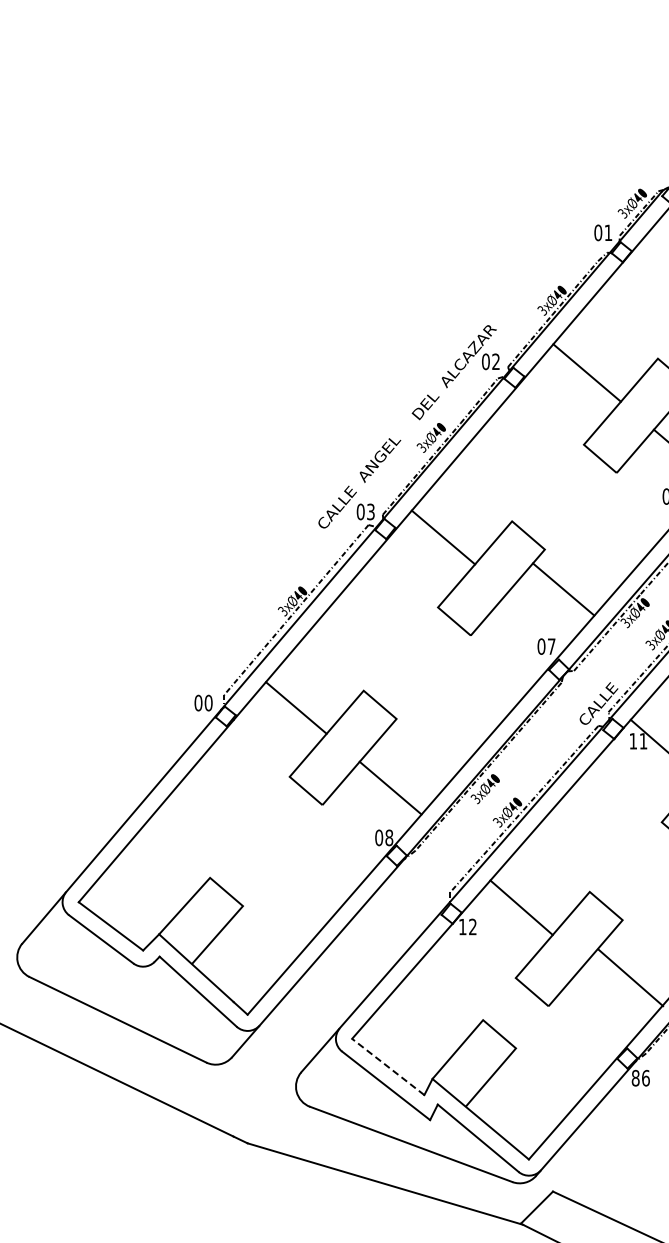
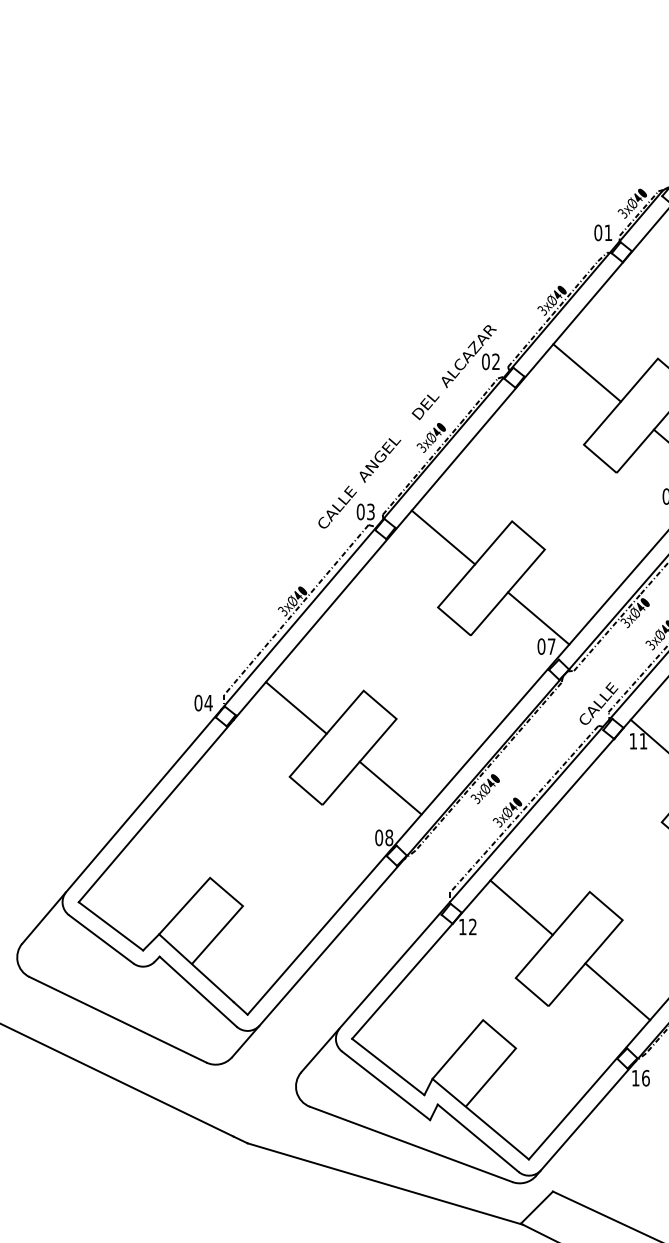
line at (563, 589) position: (563, 589) -> (538, 618)
text at (208, 702): 00 -> 04
line at (630, 977) position: (630, 977) -> (617, 991)
line at (388, 1066): dashed -> solid
text at (635, 1077): 86 -> 16
